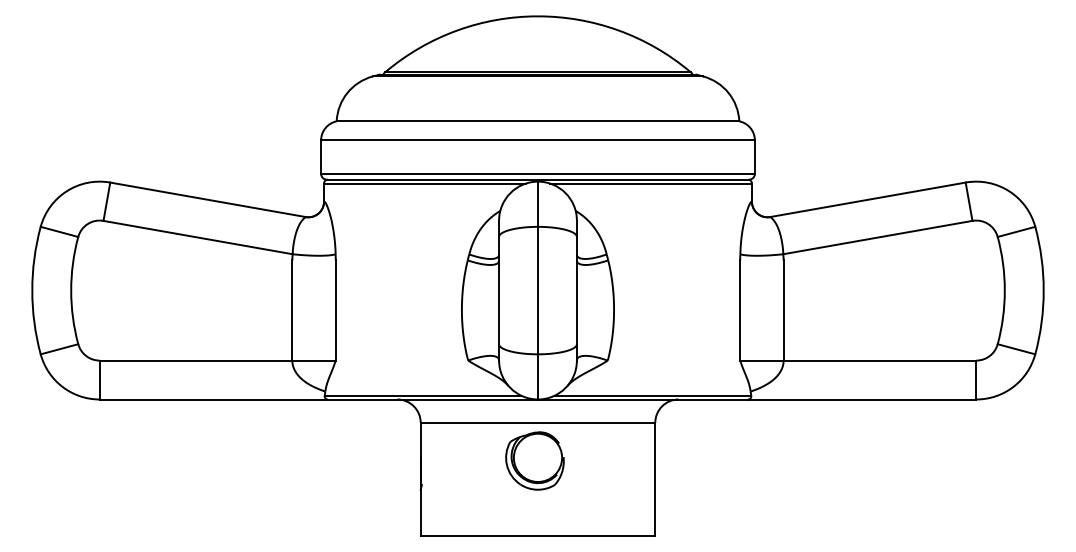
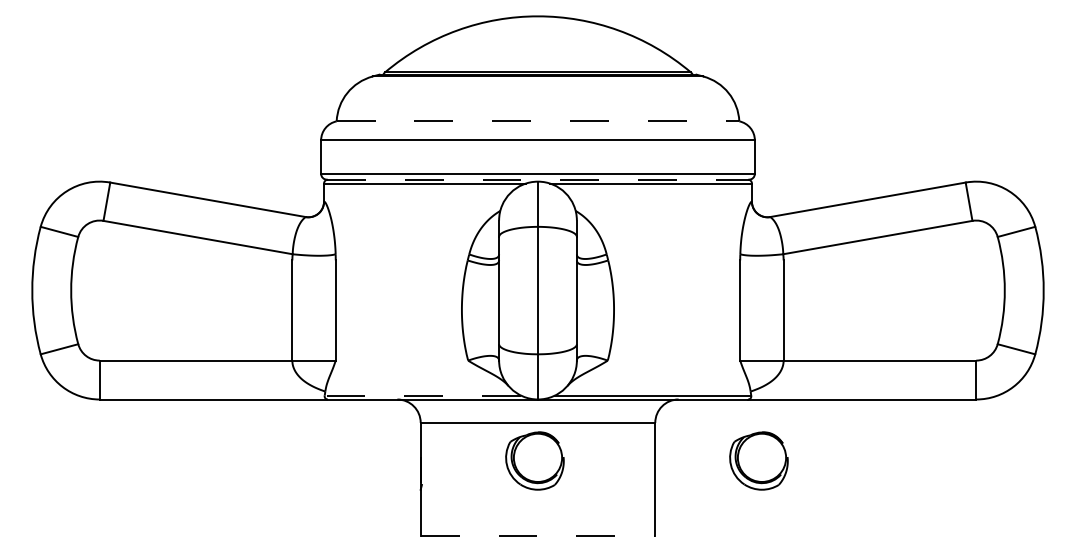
line at (538, 121): solid -> dashed
line at (538, 179): solid -> dashed
line at (422, 395): solid -> dashed
part at (758, 460): none -> present
line at (538, 535): solid -> dashed
